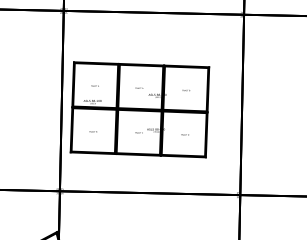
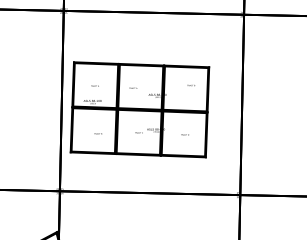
text at (139, 87) position: (139, 87) -> (133, 87)
text at (186, 90) position: (186, 90) -> (191, 85)
text at (92, 131) position: (92, 131) -> (97, 133)
